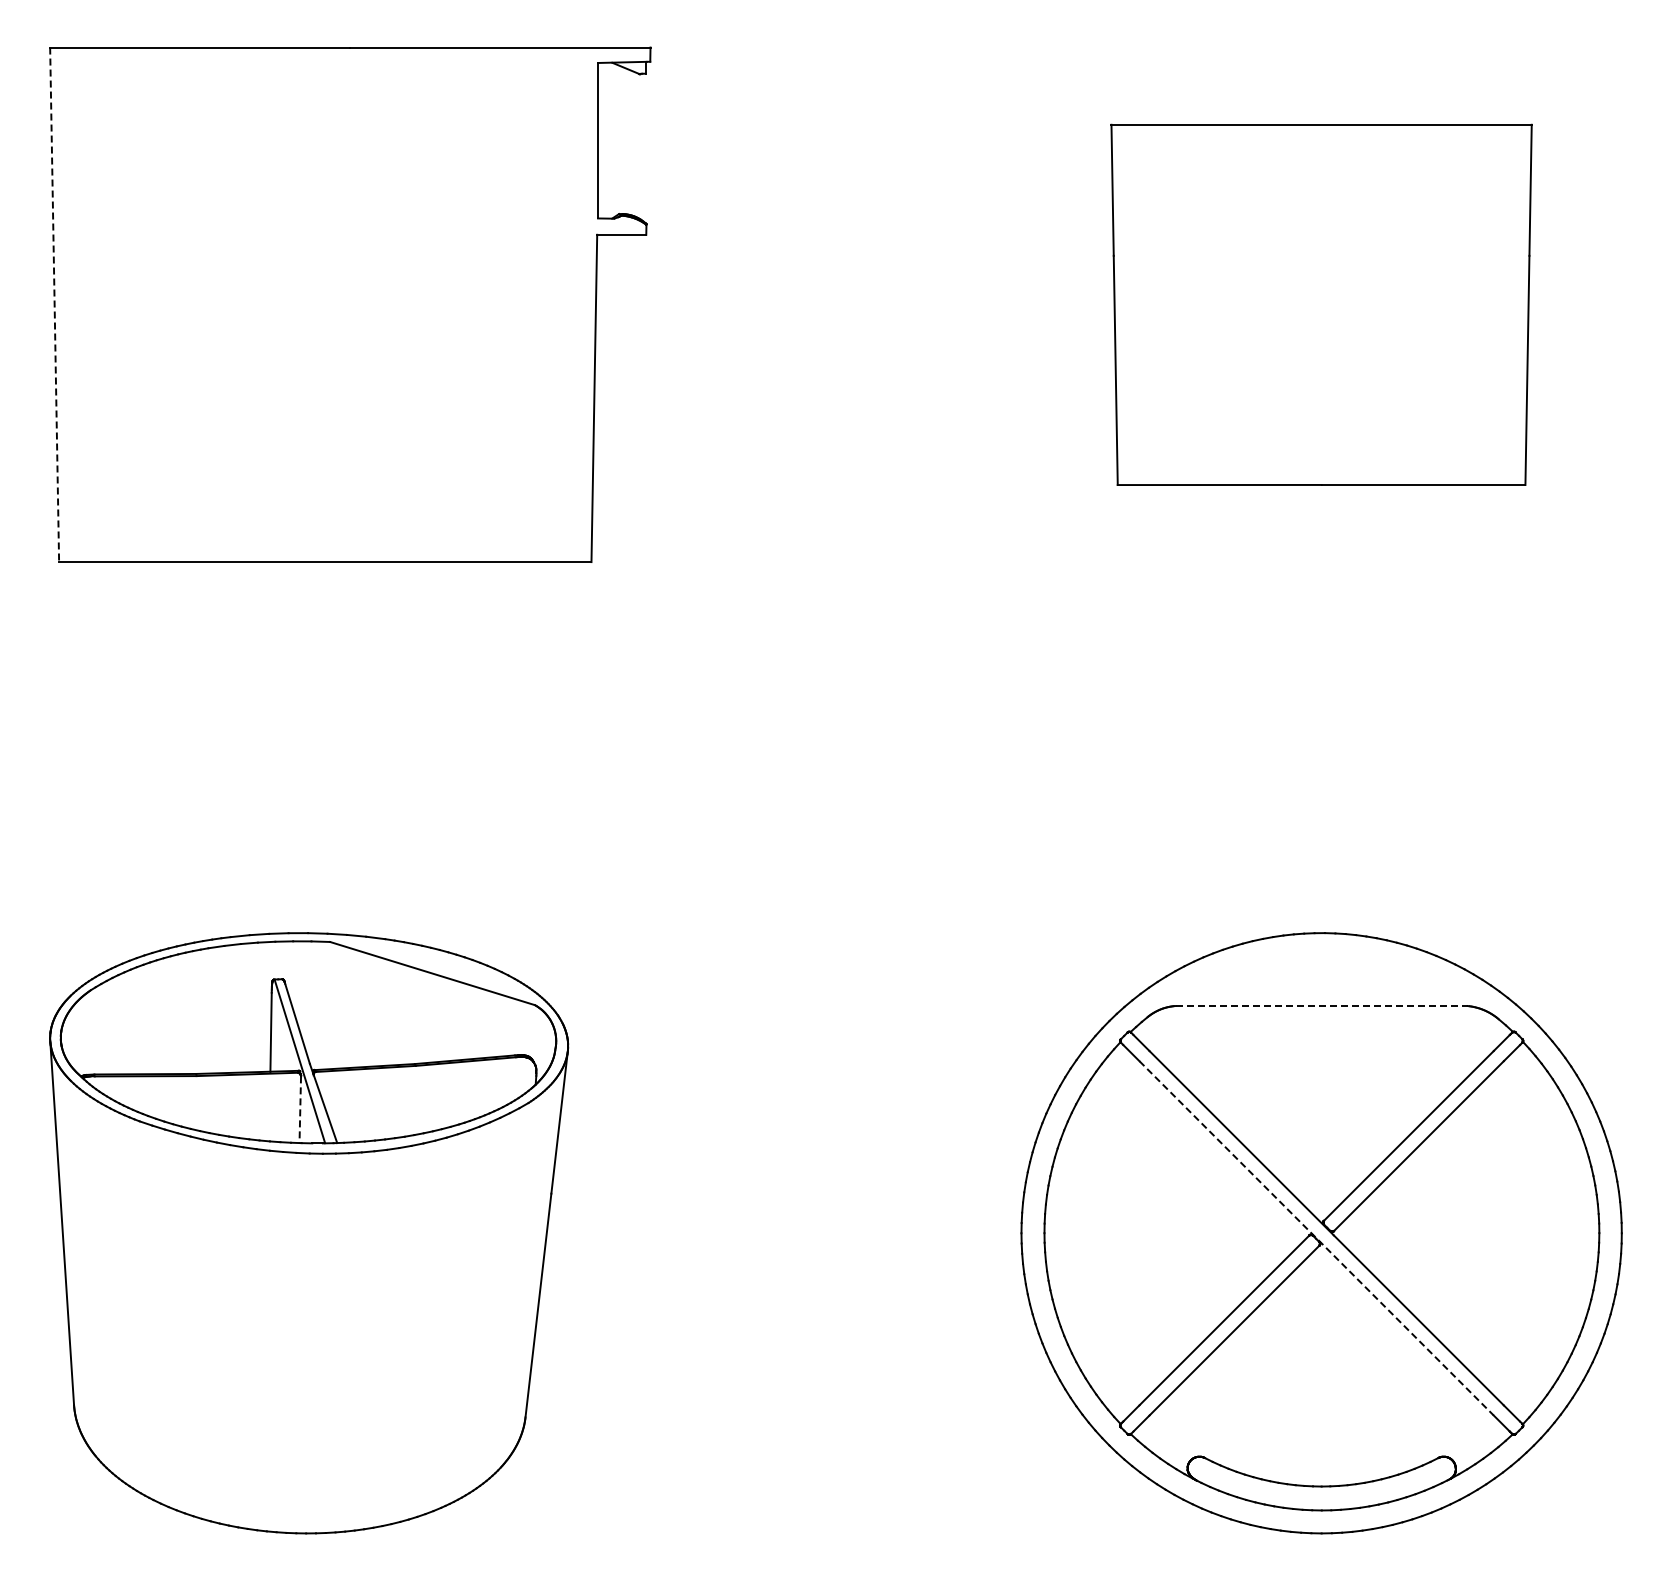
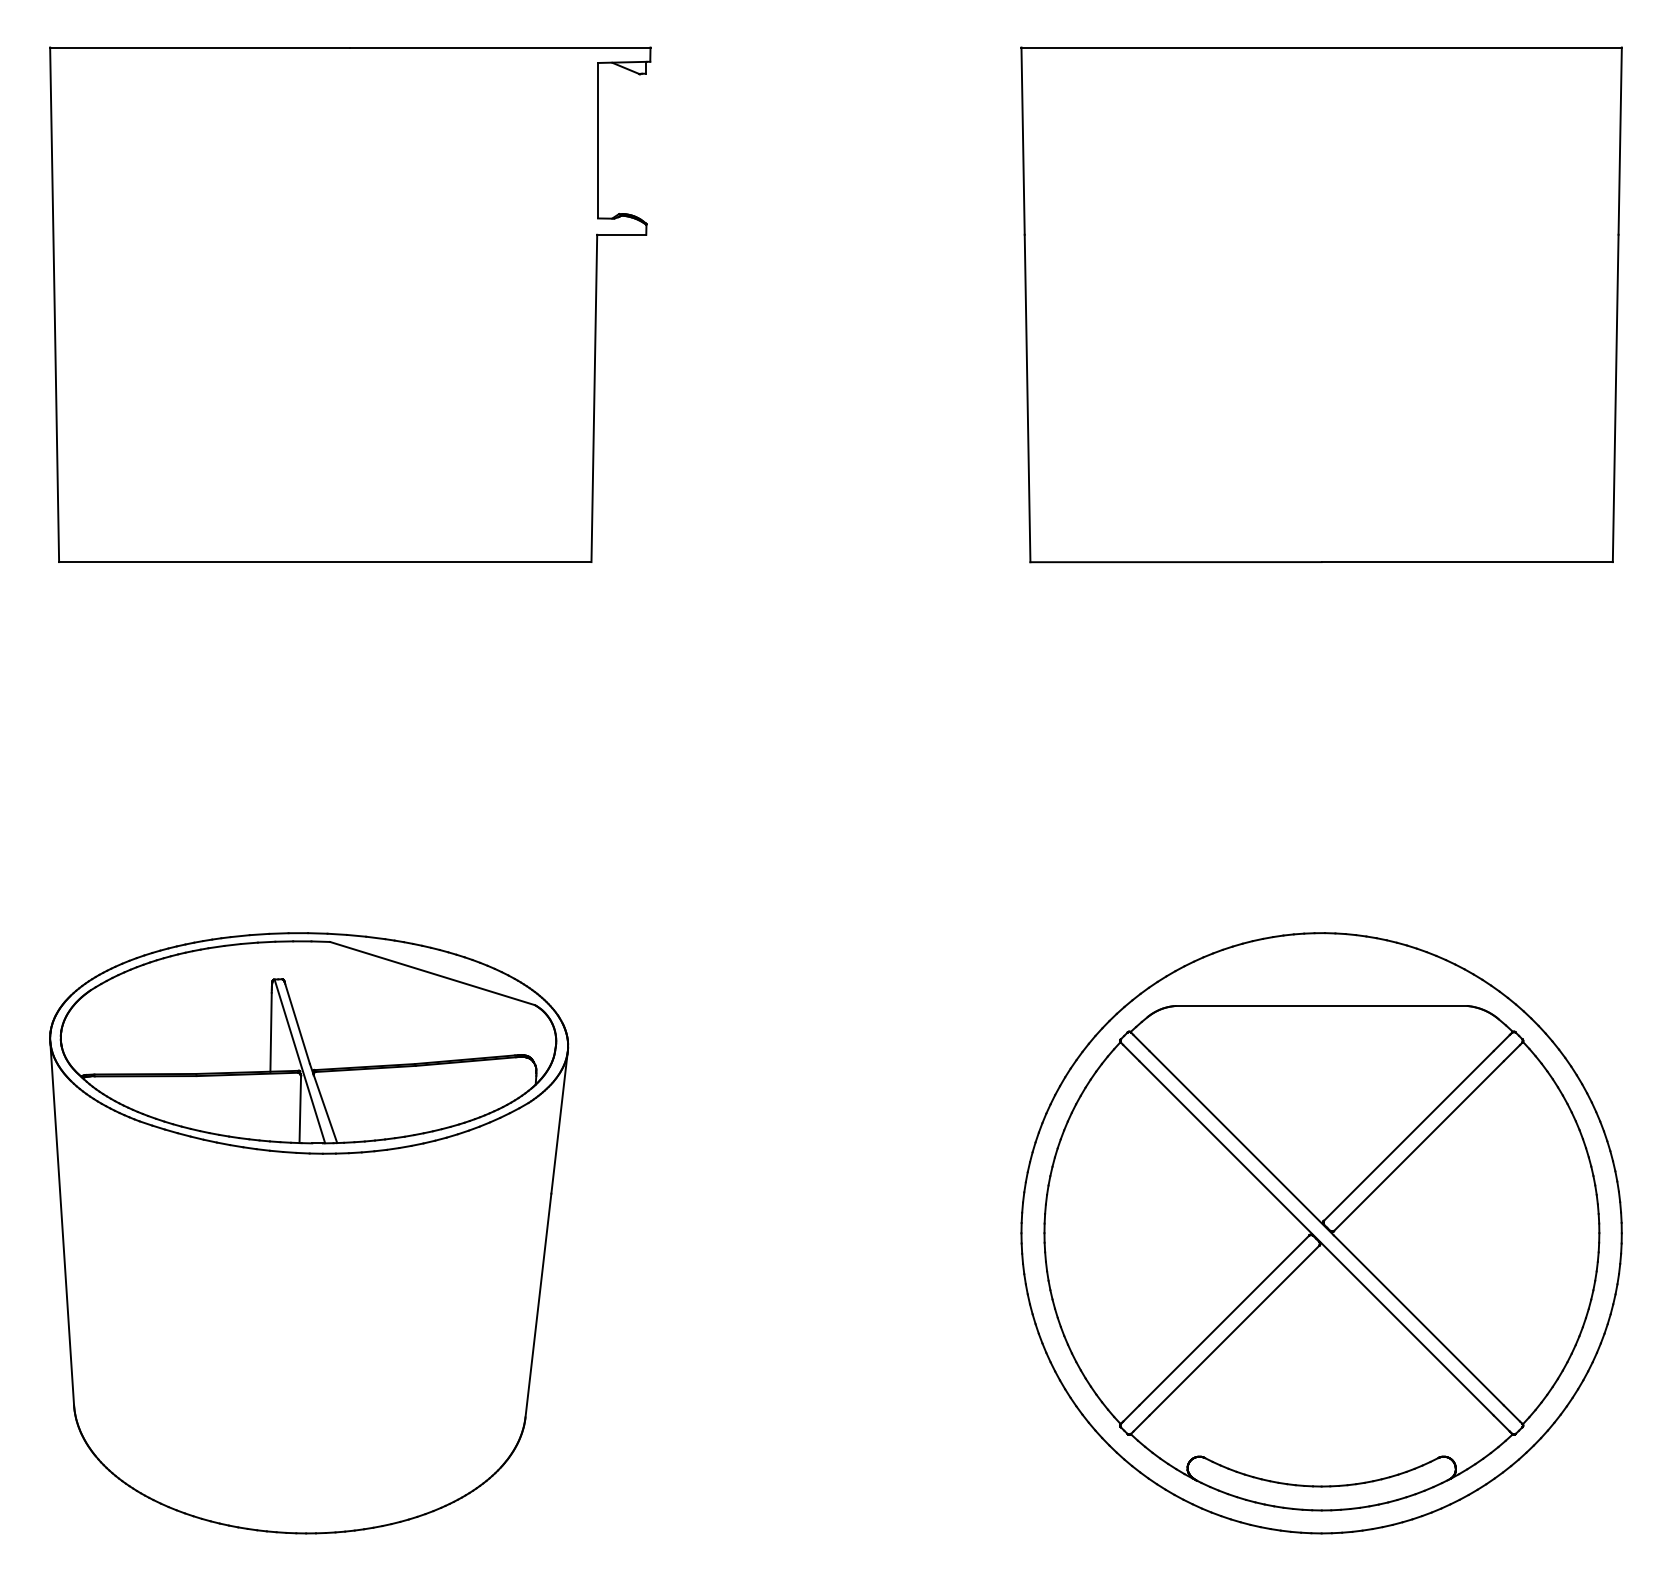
part at (1321, 304) size: 423x363 px -> 603x518 px
line at (54, 305): dashed -> solid
line at (1322, 1006): dashed -> solid
line at (300, 1110): dashed -> solid
line at (1316, 1238): dashed -> solid
